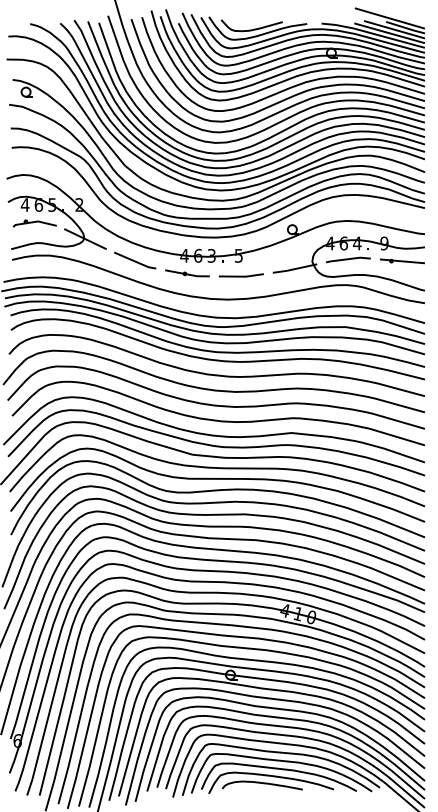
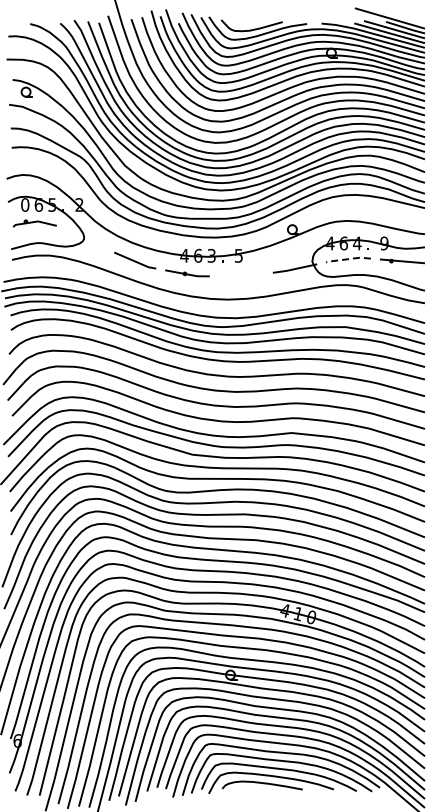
text at (24, 204): 4 -> 0
line at (85, 238): present -> none
line at (348, 259): solid -> dashed
line at (240, 275): present -> none
